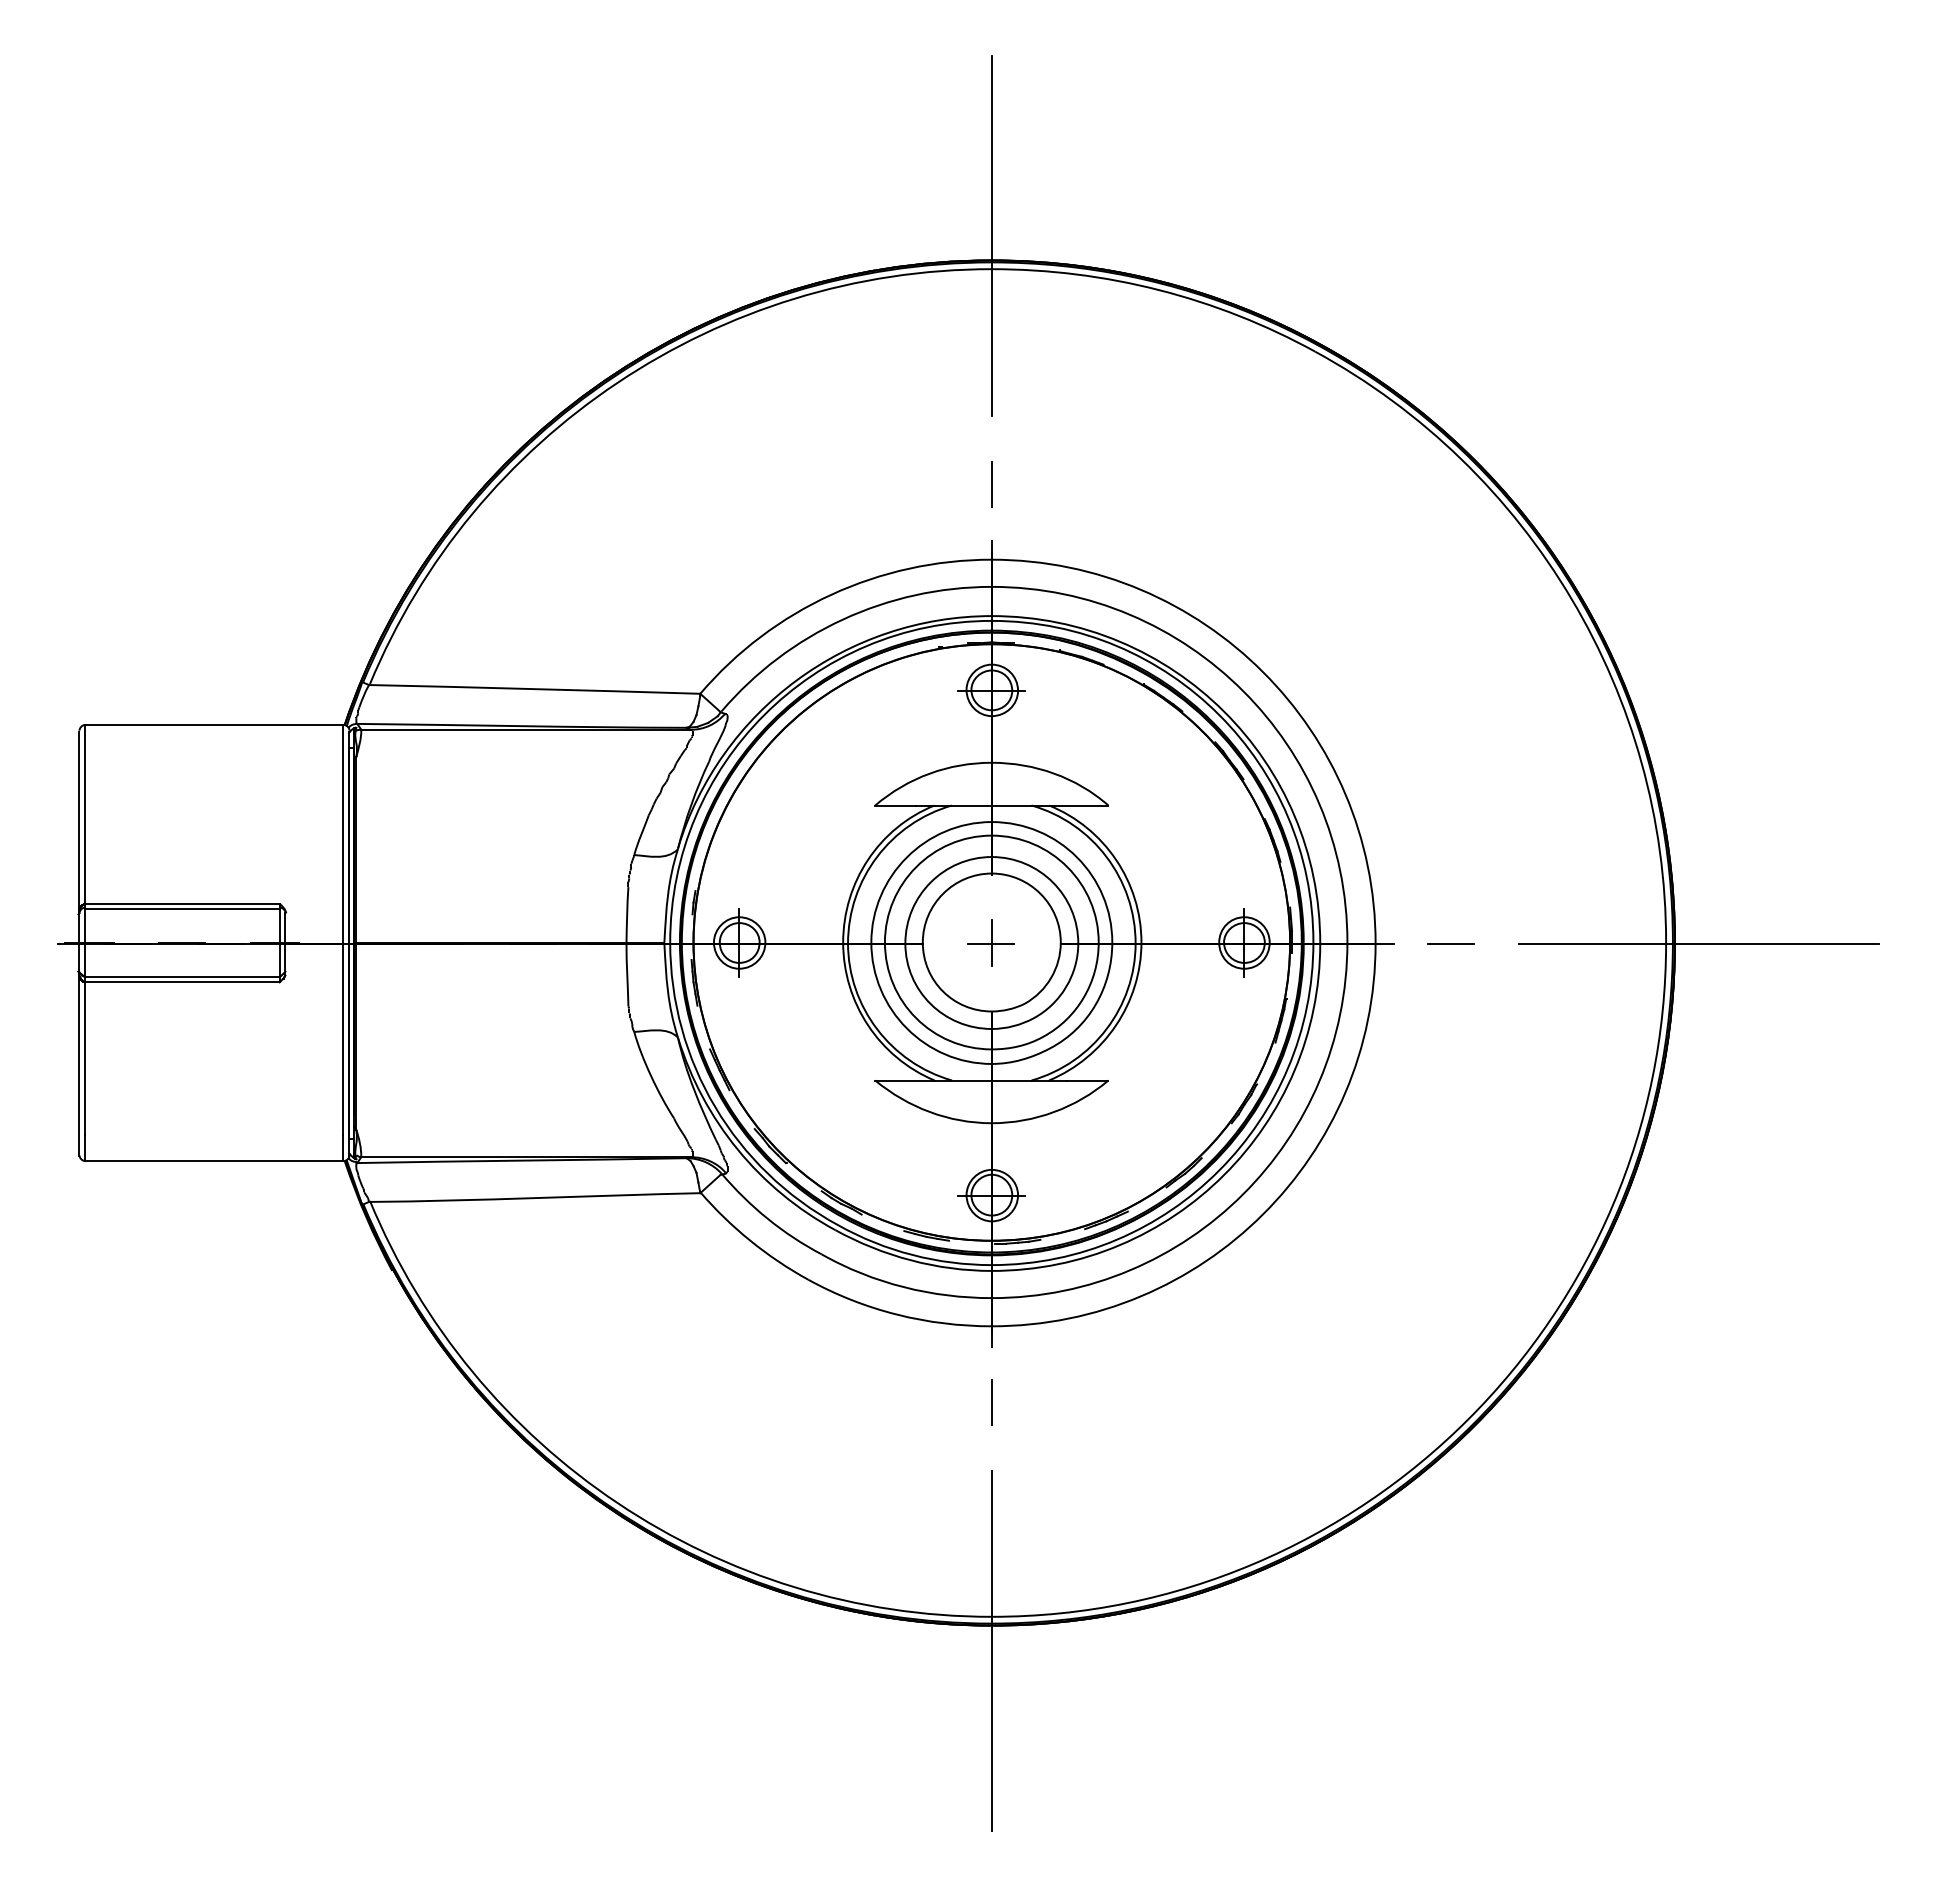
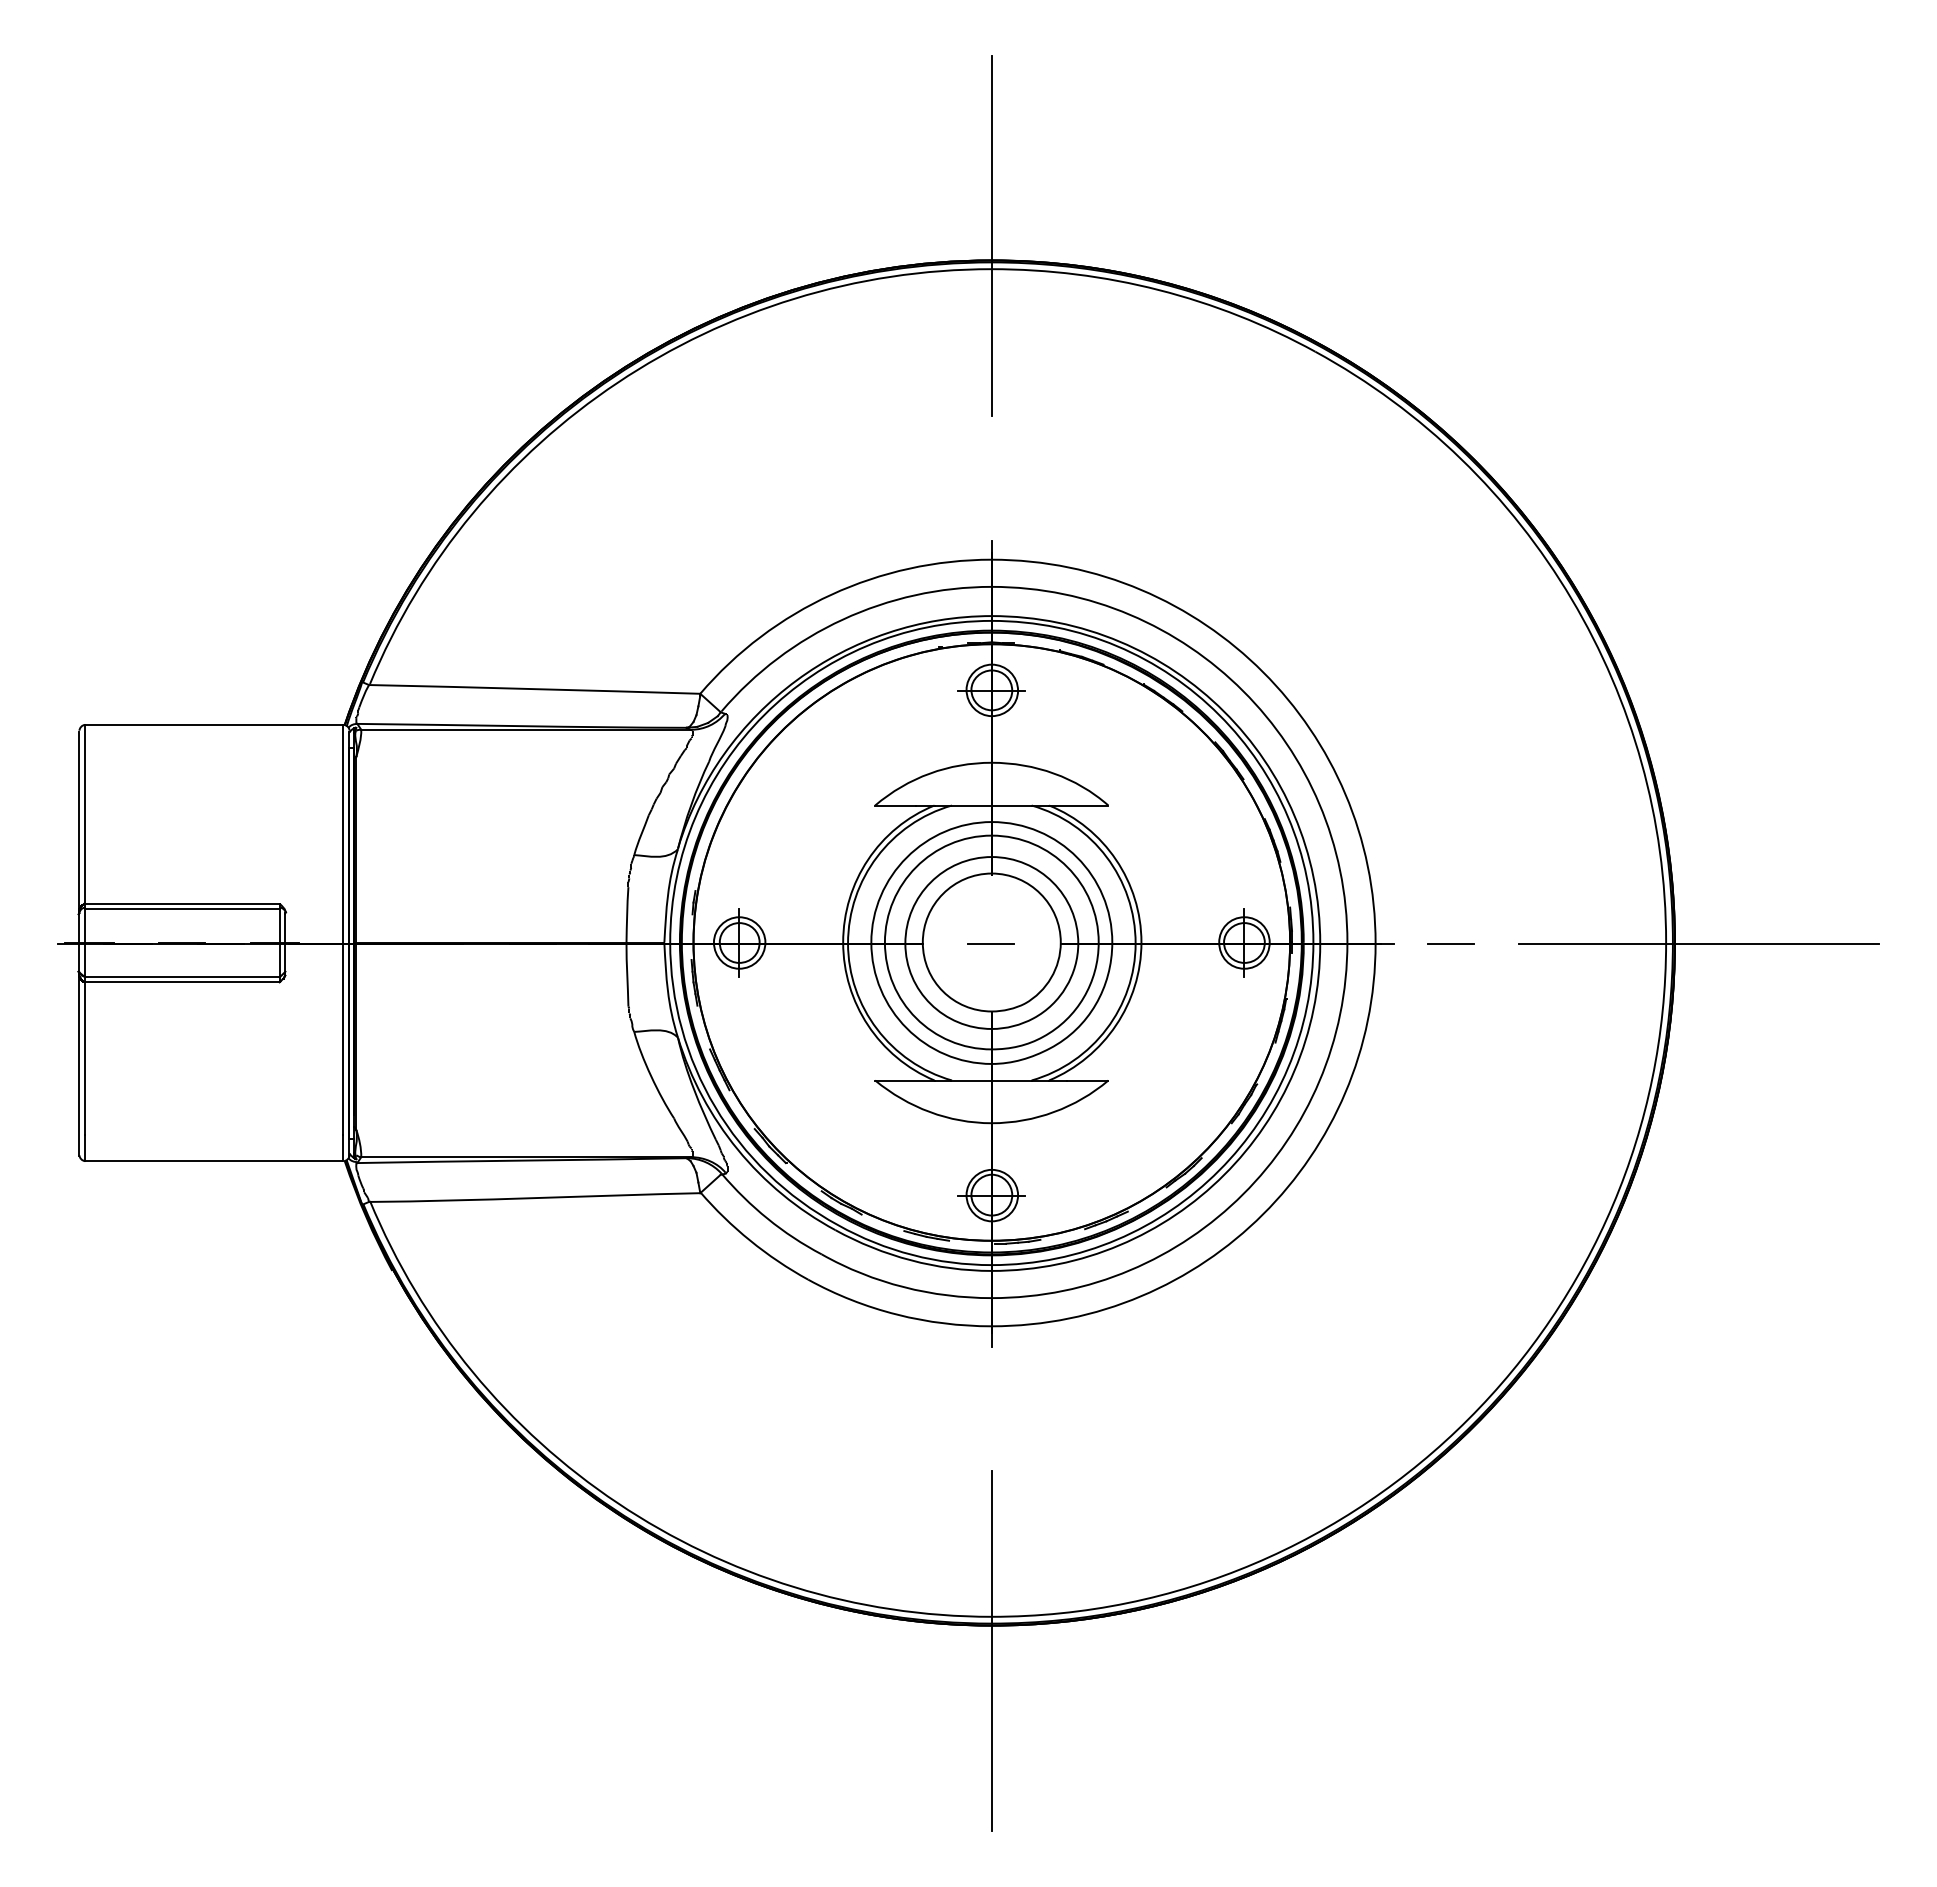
line at (991, 484): present -> none
line at (991, 942): present -> none
line at (991, 1402): present -> none
